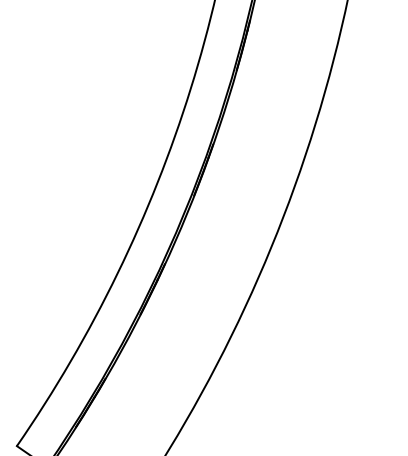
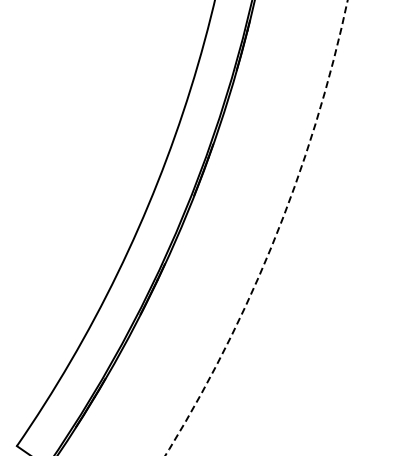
arc at (275, 237): solid -> dashed
